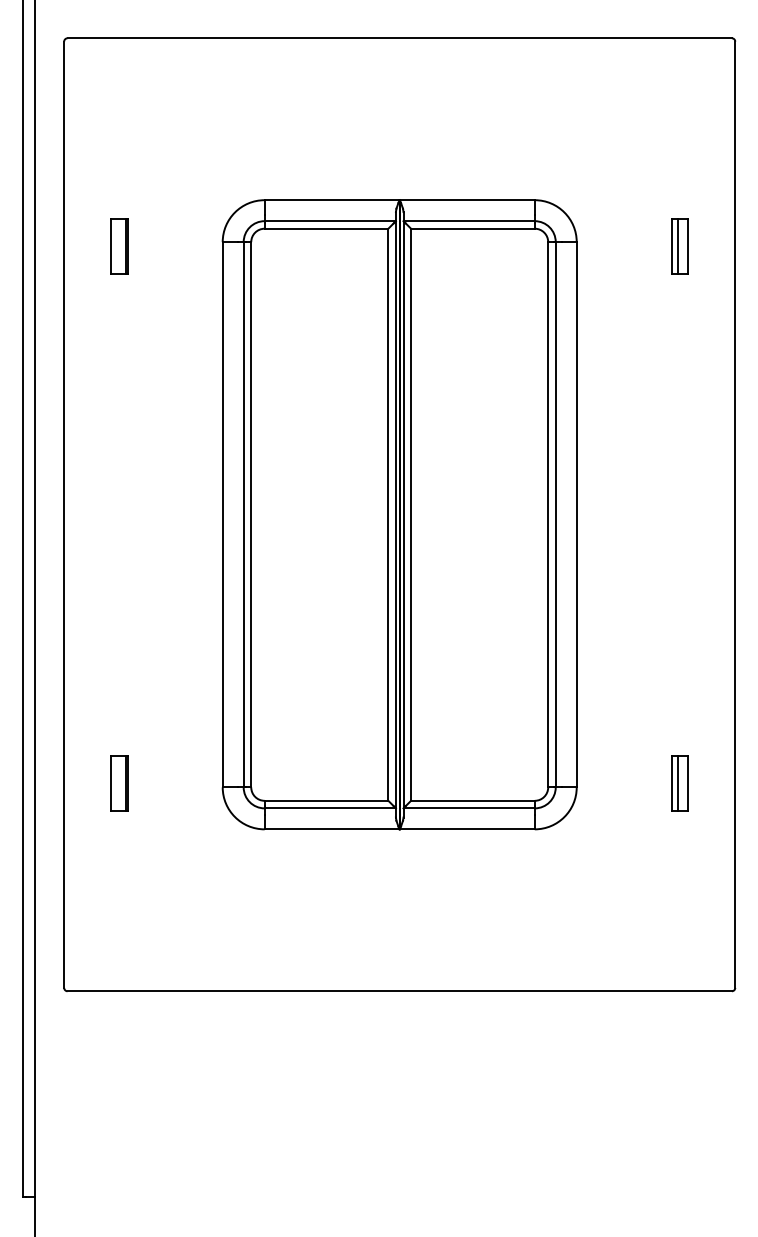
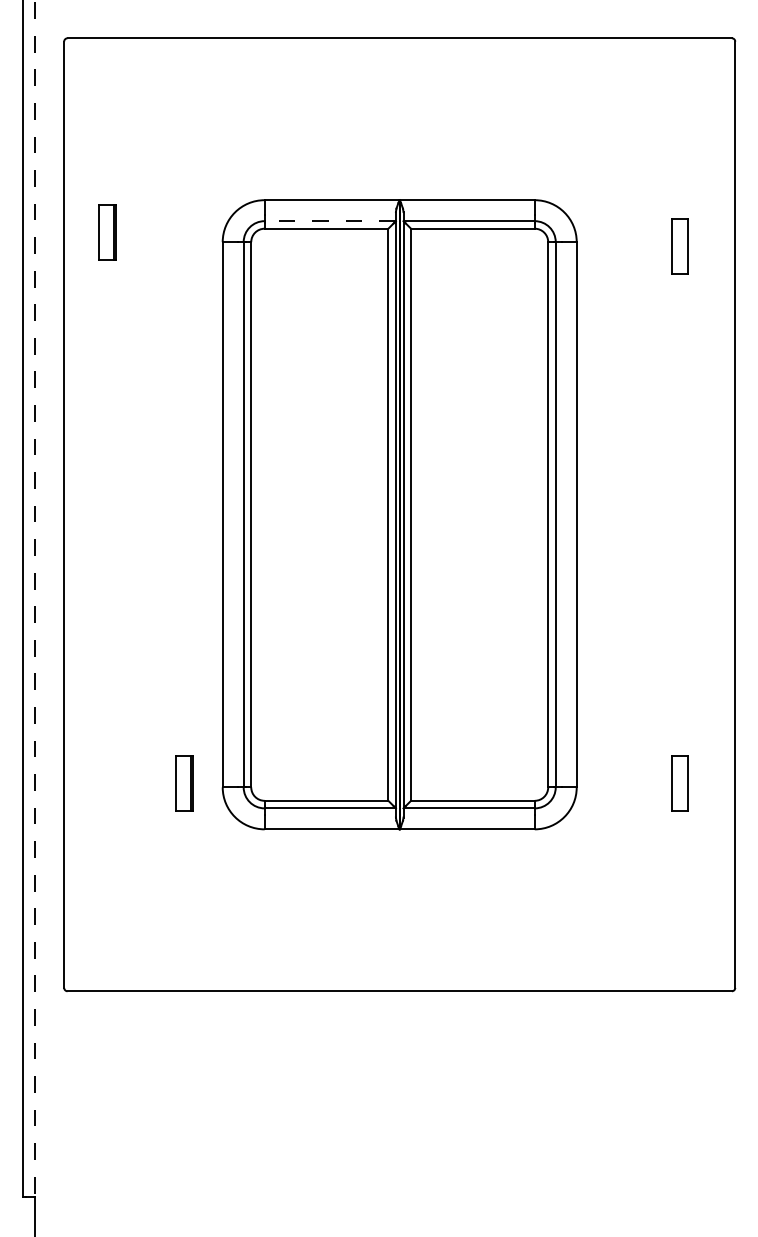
line at (330, 221): solid -> dashed
part at (119, 246) position: (119, 246) -> (107, 232)
line at (678, 246): present -> none
line at (34, 599): solid -> dashed
line at (678, 782): present -> none
part at (119, 783) position: (119, 783) -> (184, 783)
